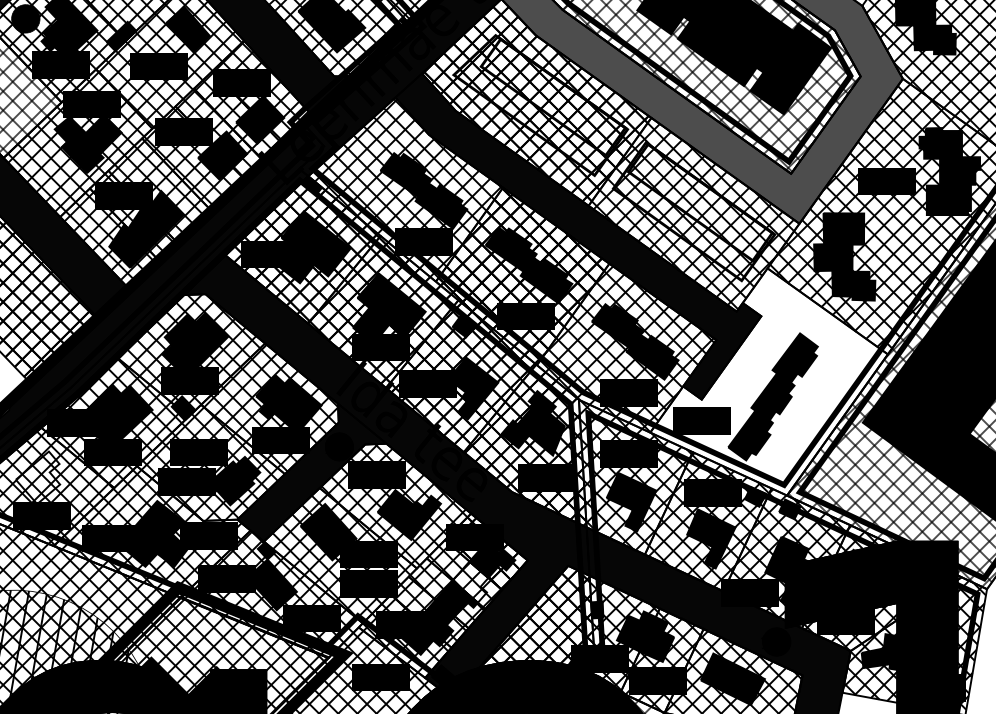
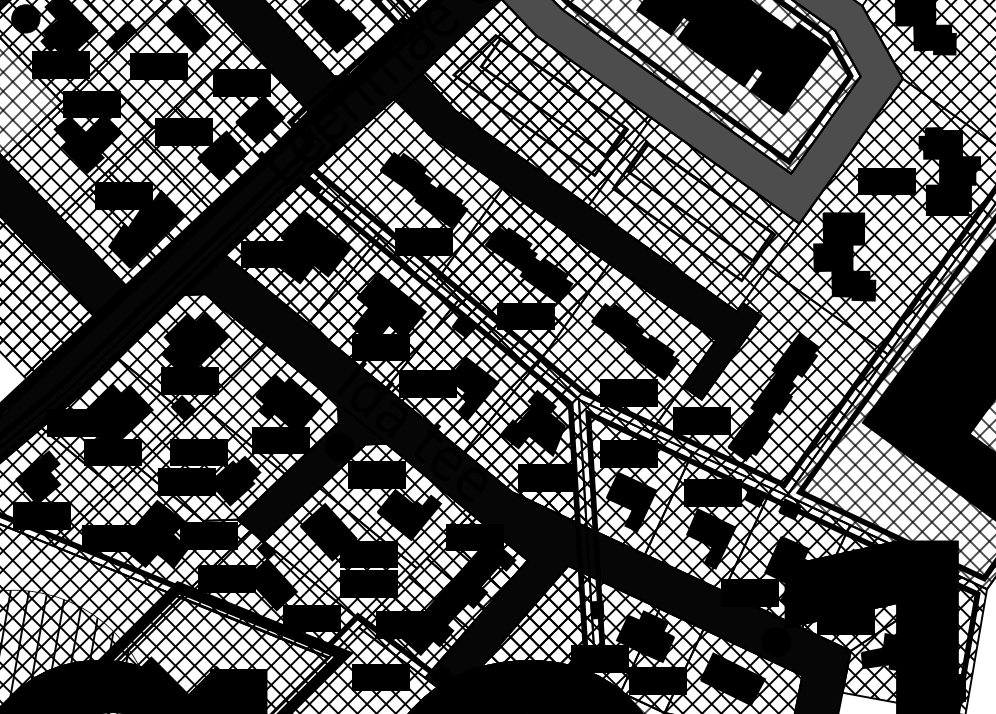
hatch at (767, 385): none -> present
fill at (37, 477): none -> present
fill at (470, 581): none -> present
